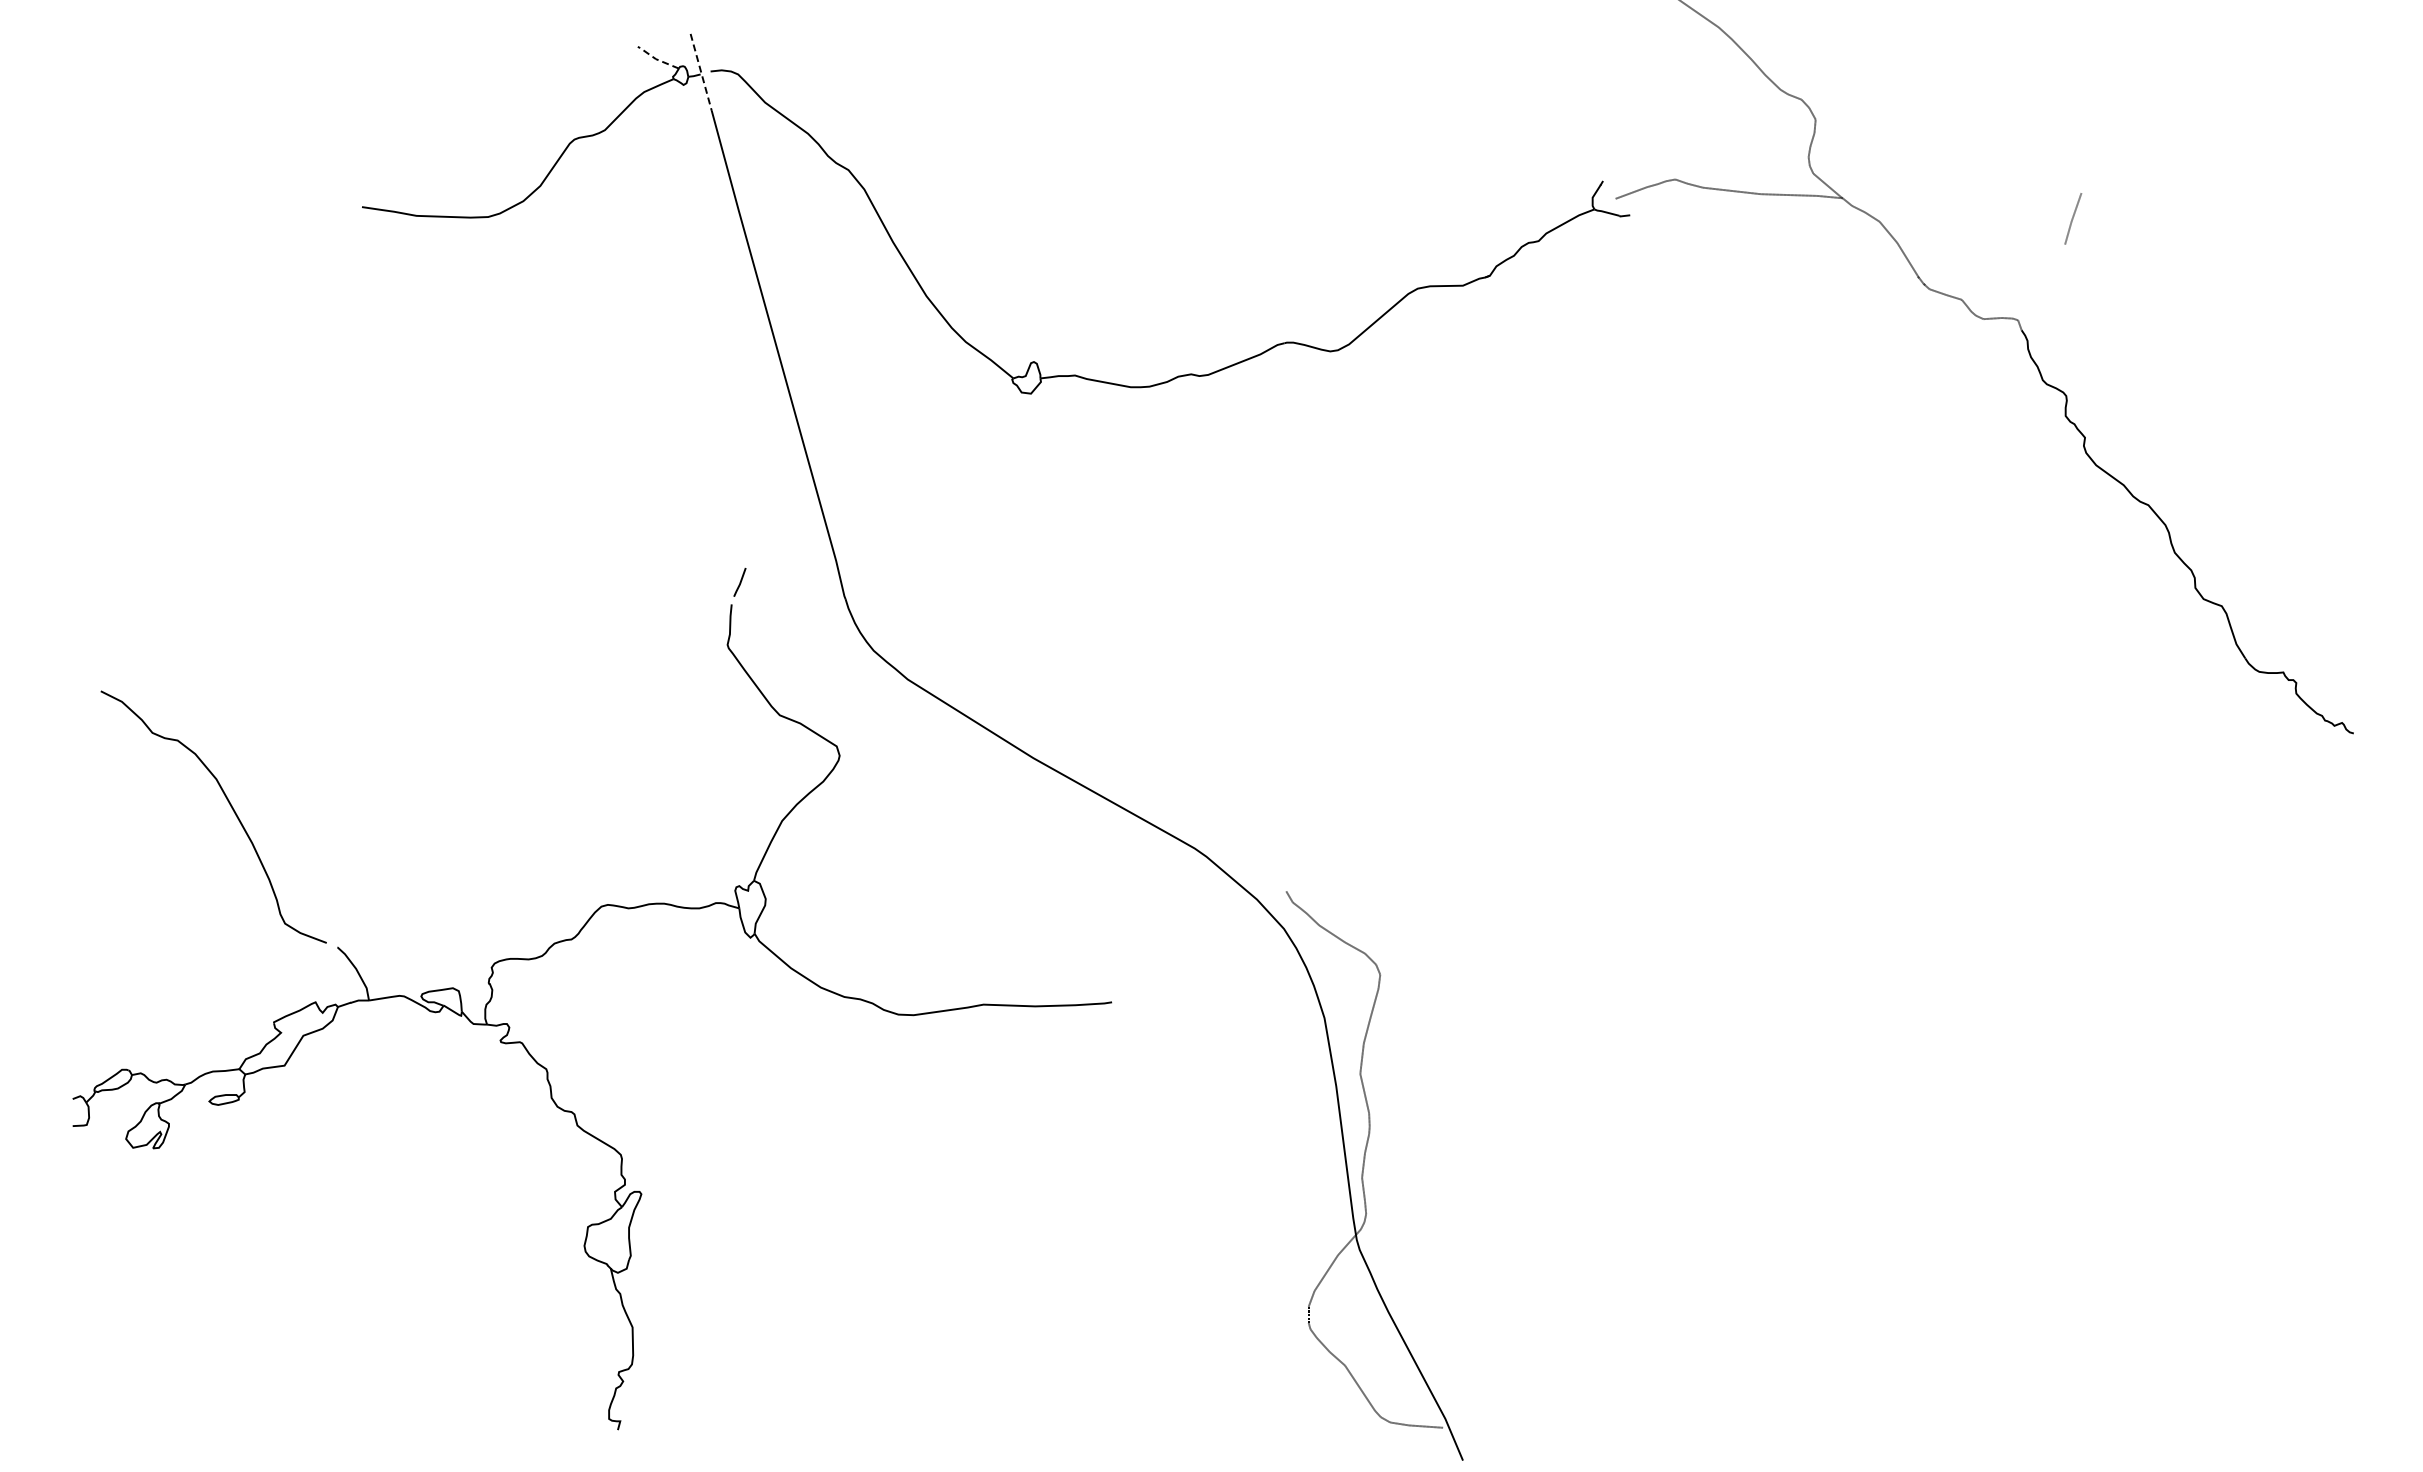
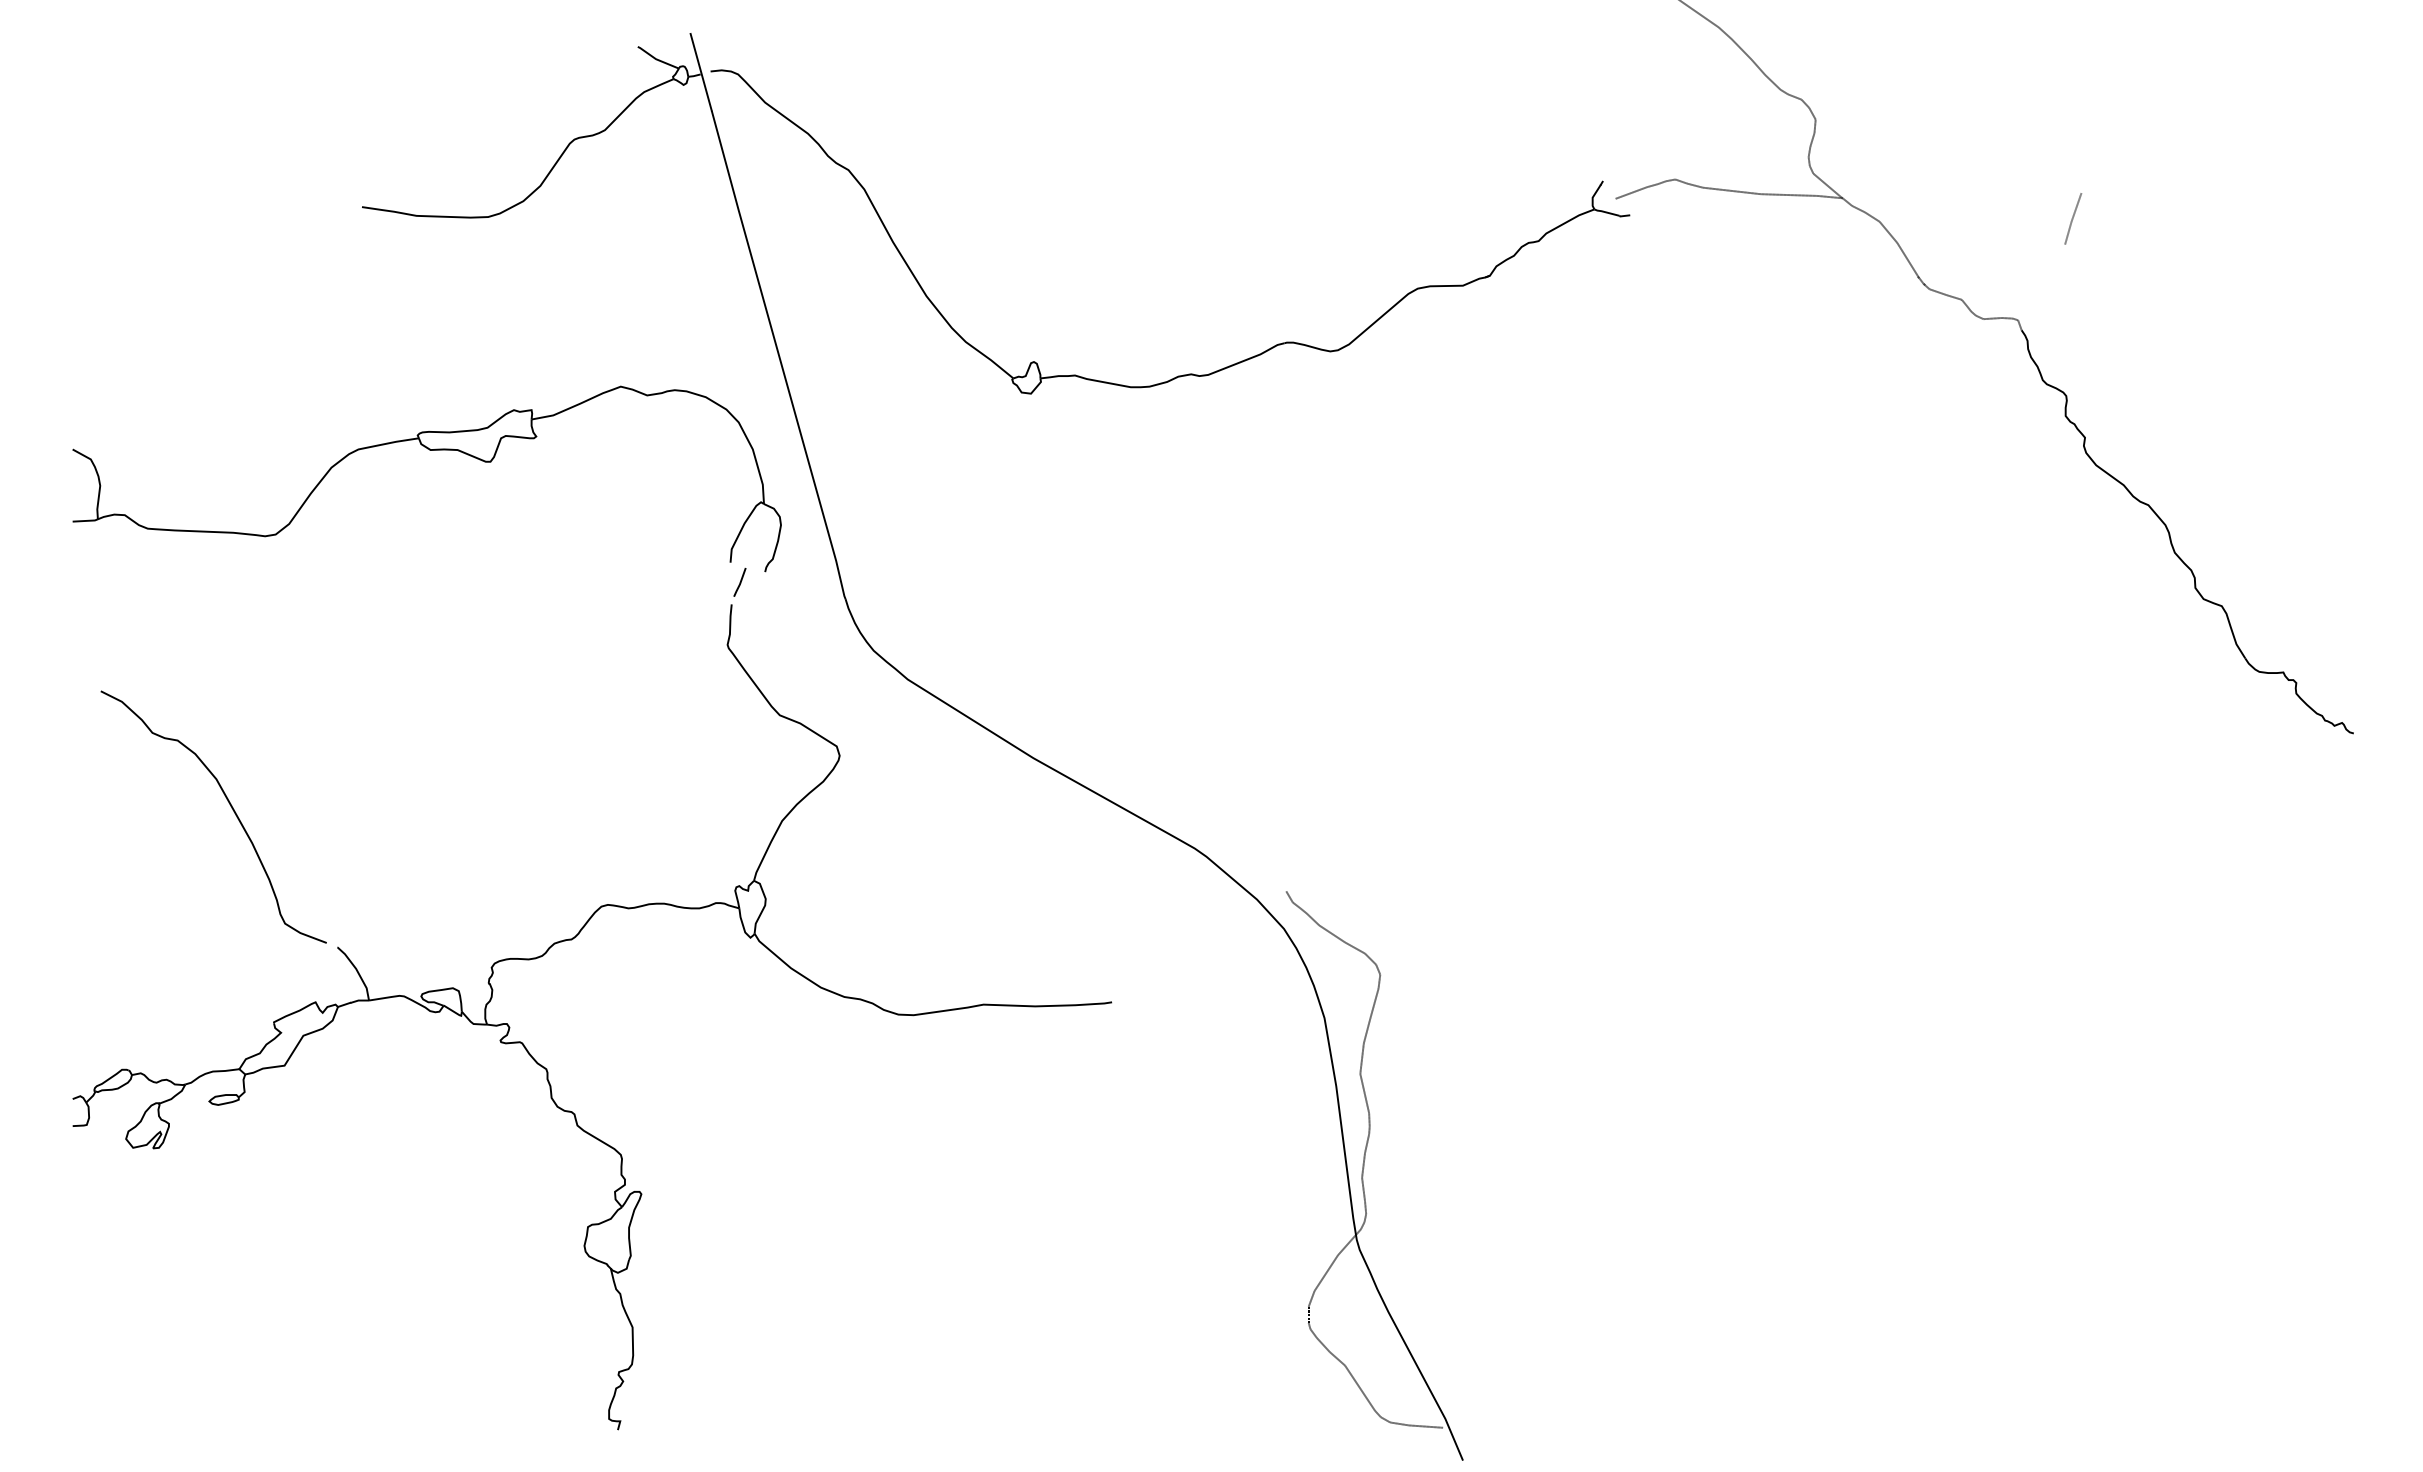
line at (656, 59): dashed -> solid
line at (701, 72): dashed -> solid
part at (429, 450): none -> present
